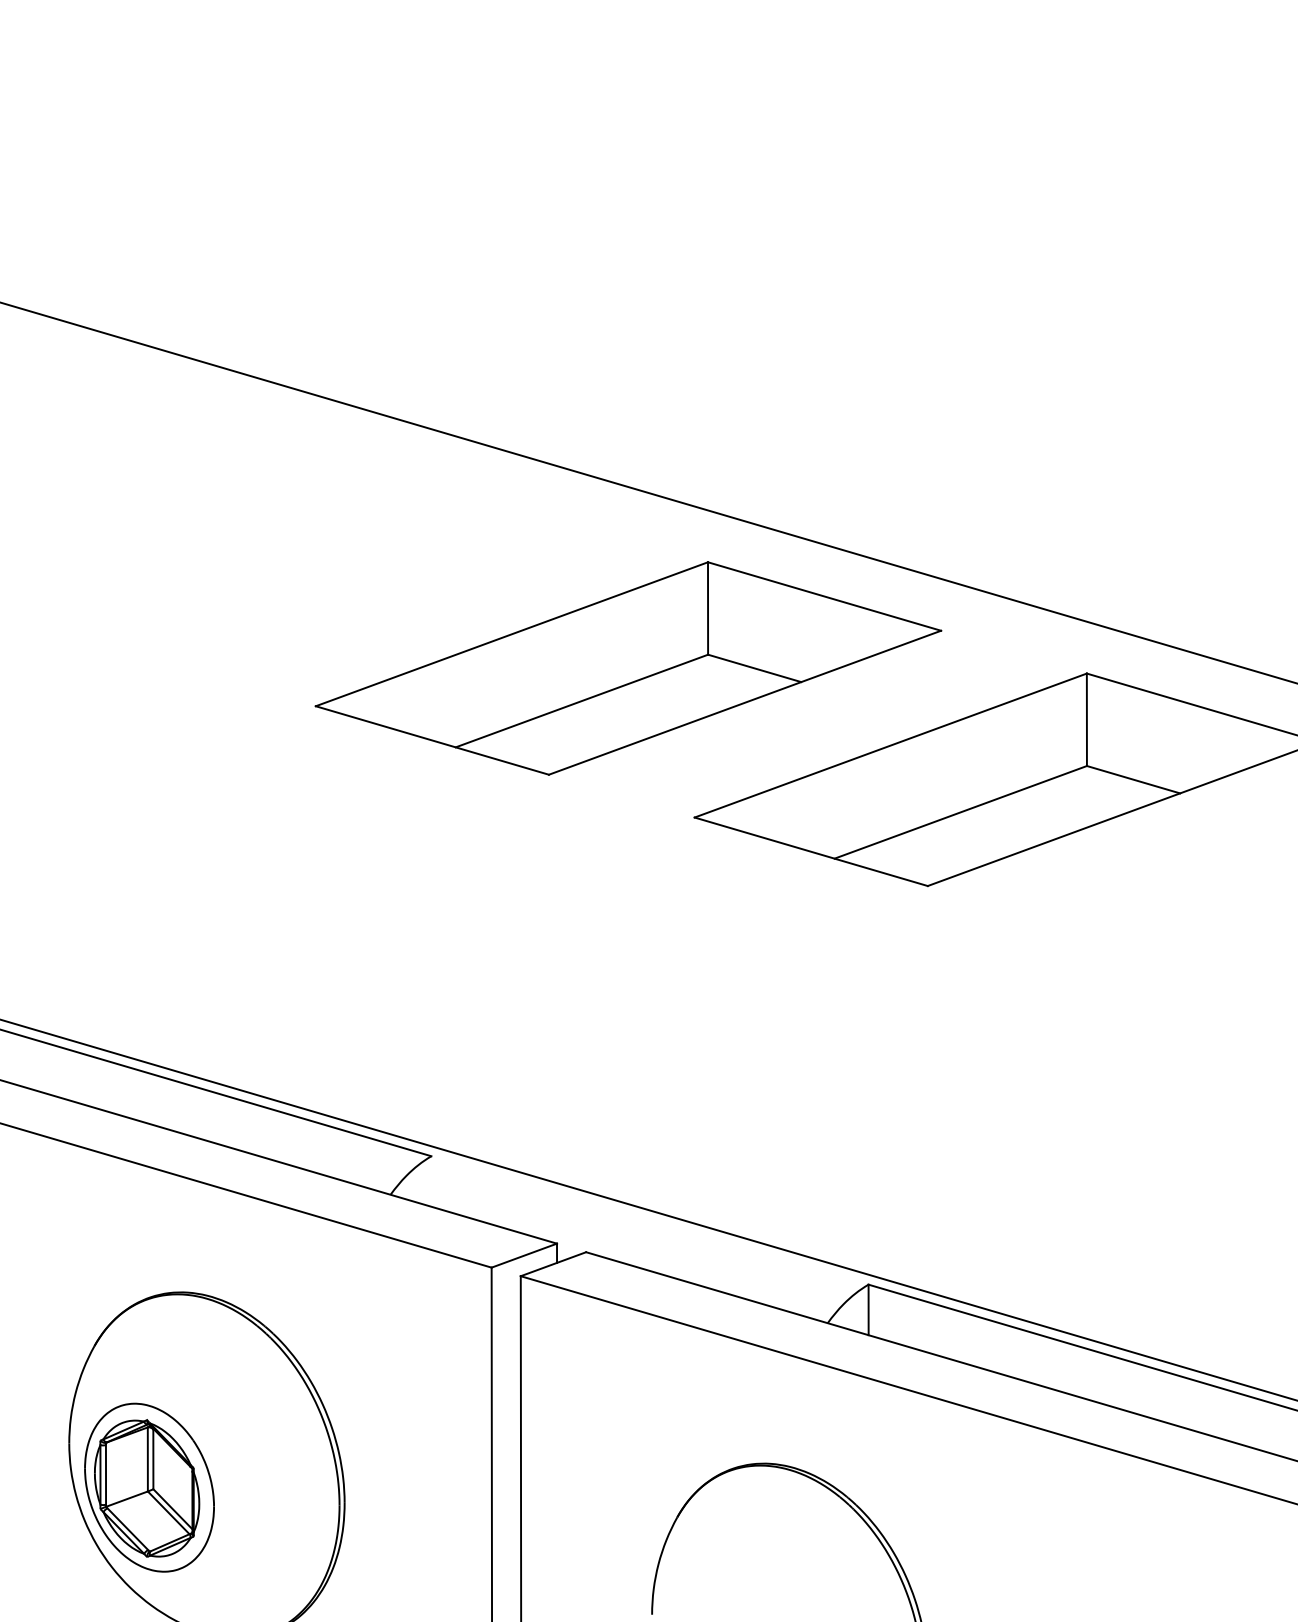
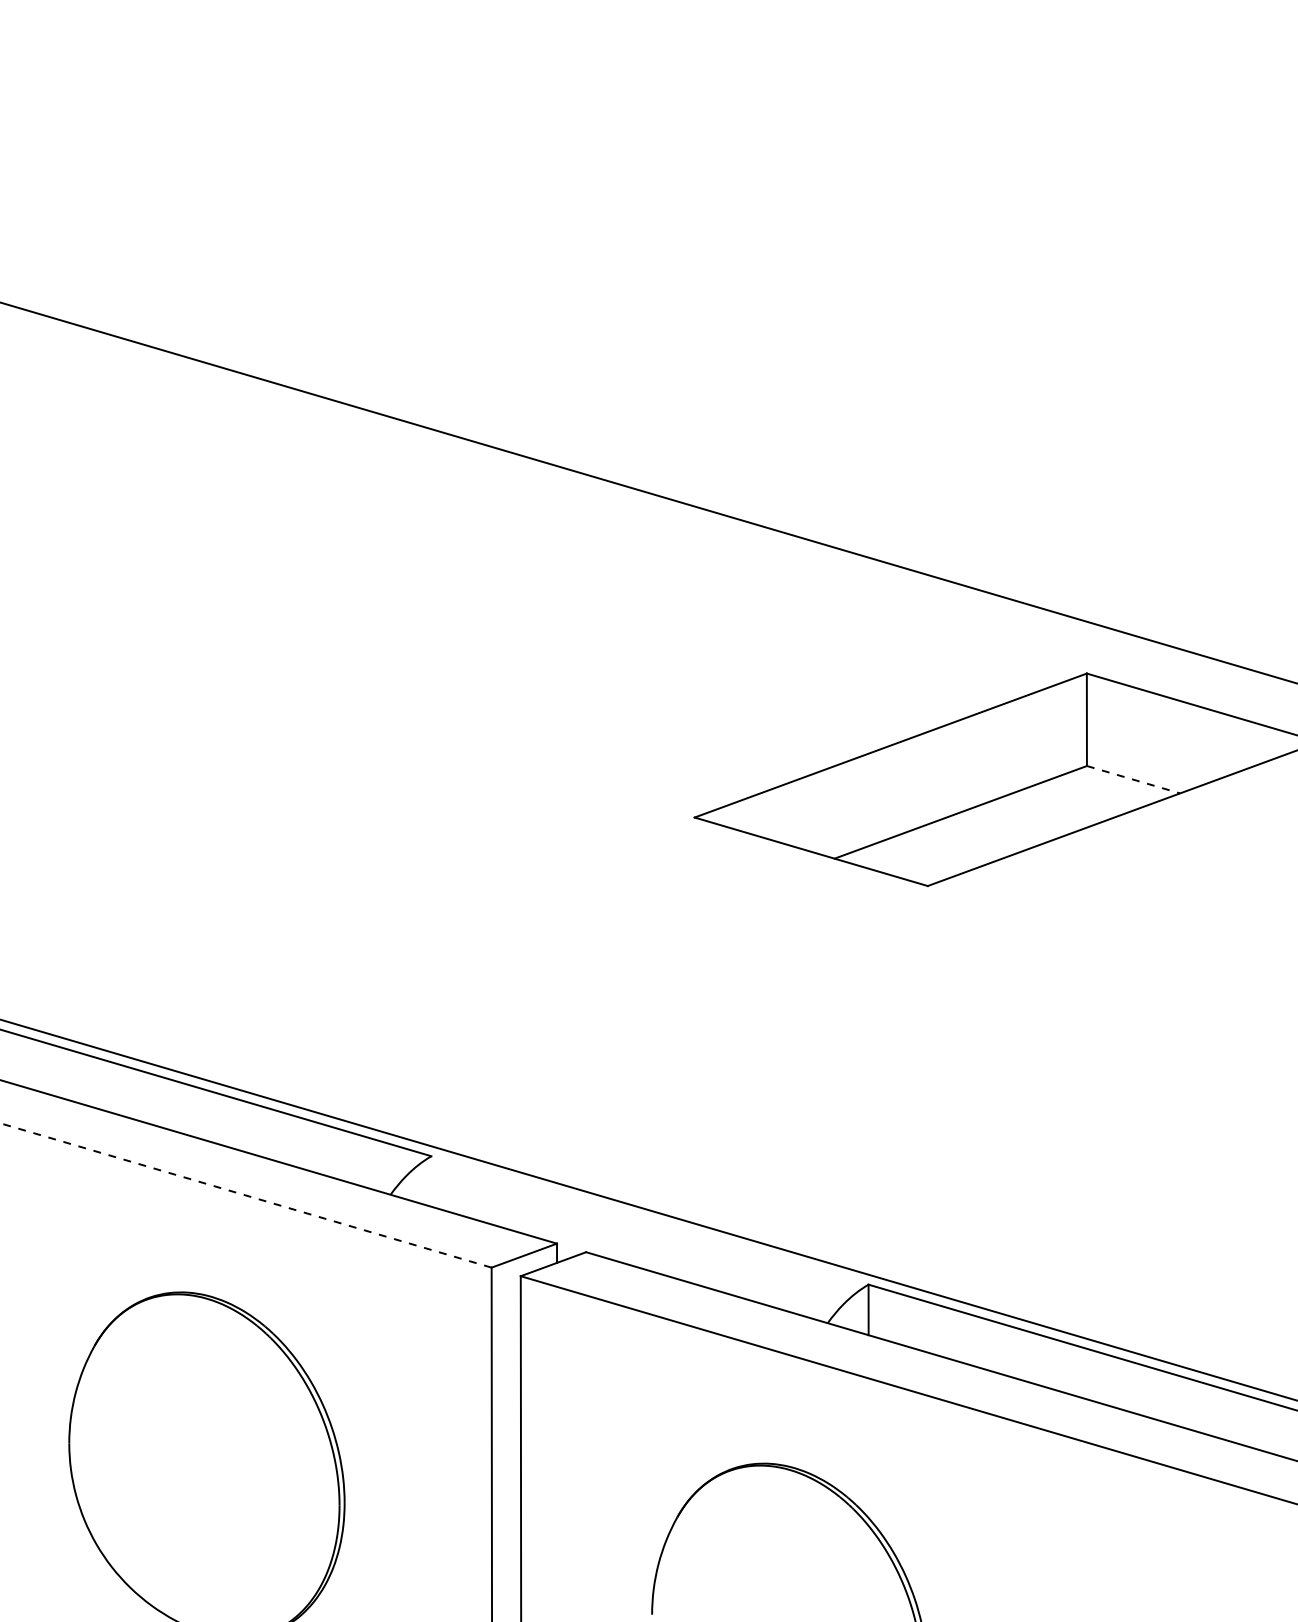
part at (628, 668): present -> none
line at (1133, 779): solid -> dashed
line at (246, 1195): solid -> dashed
part at (149, 1487): present -> none
